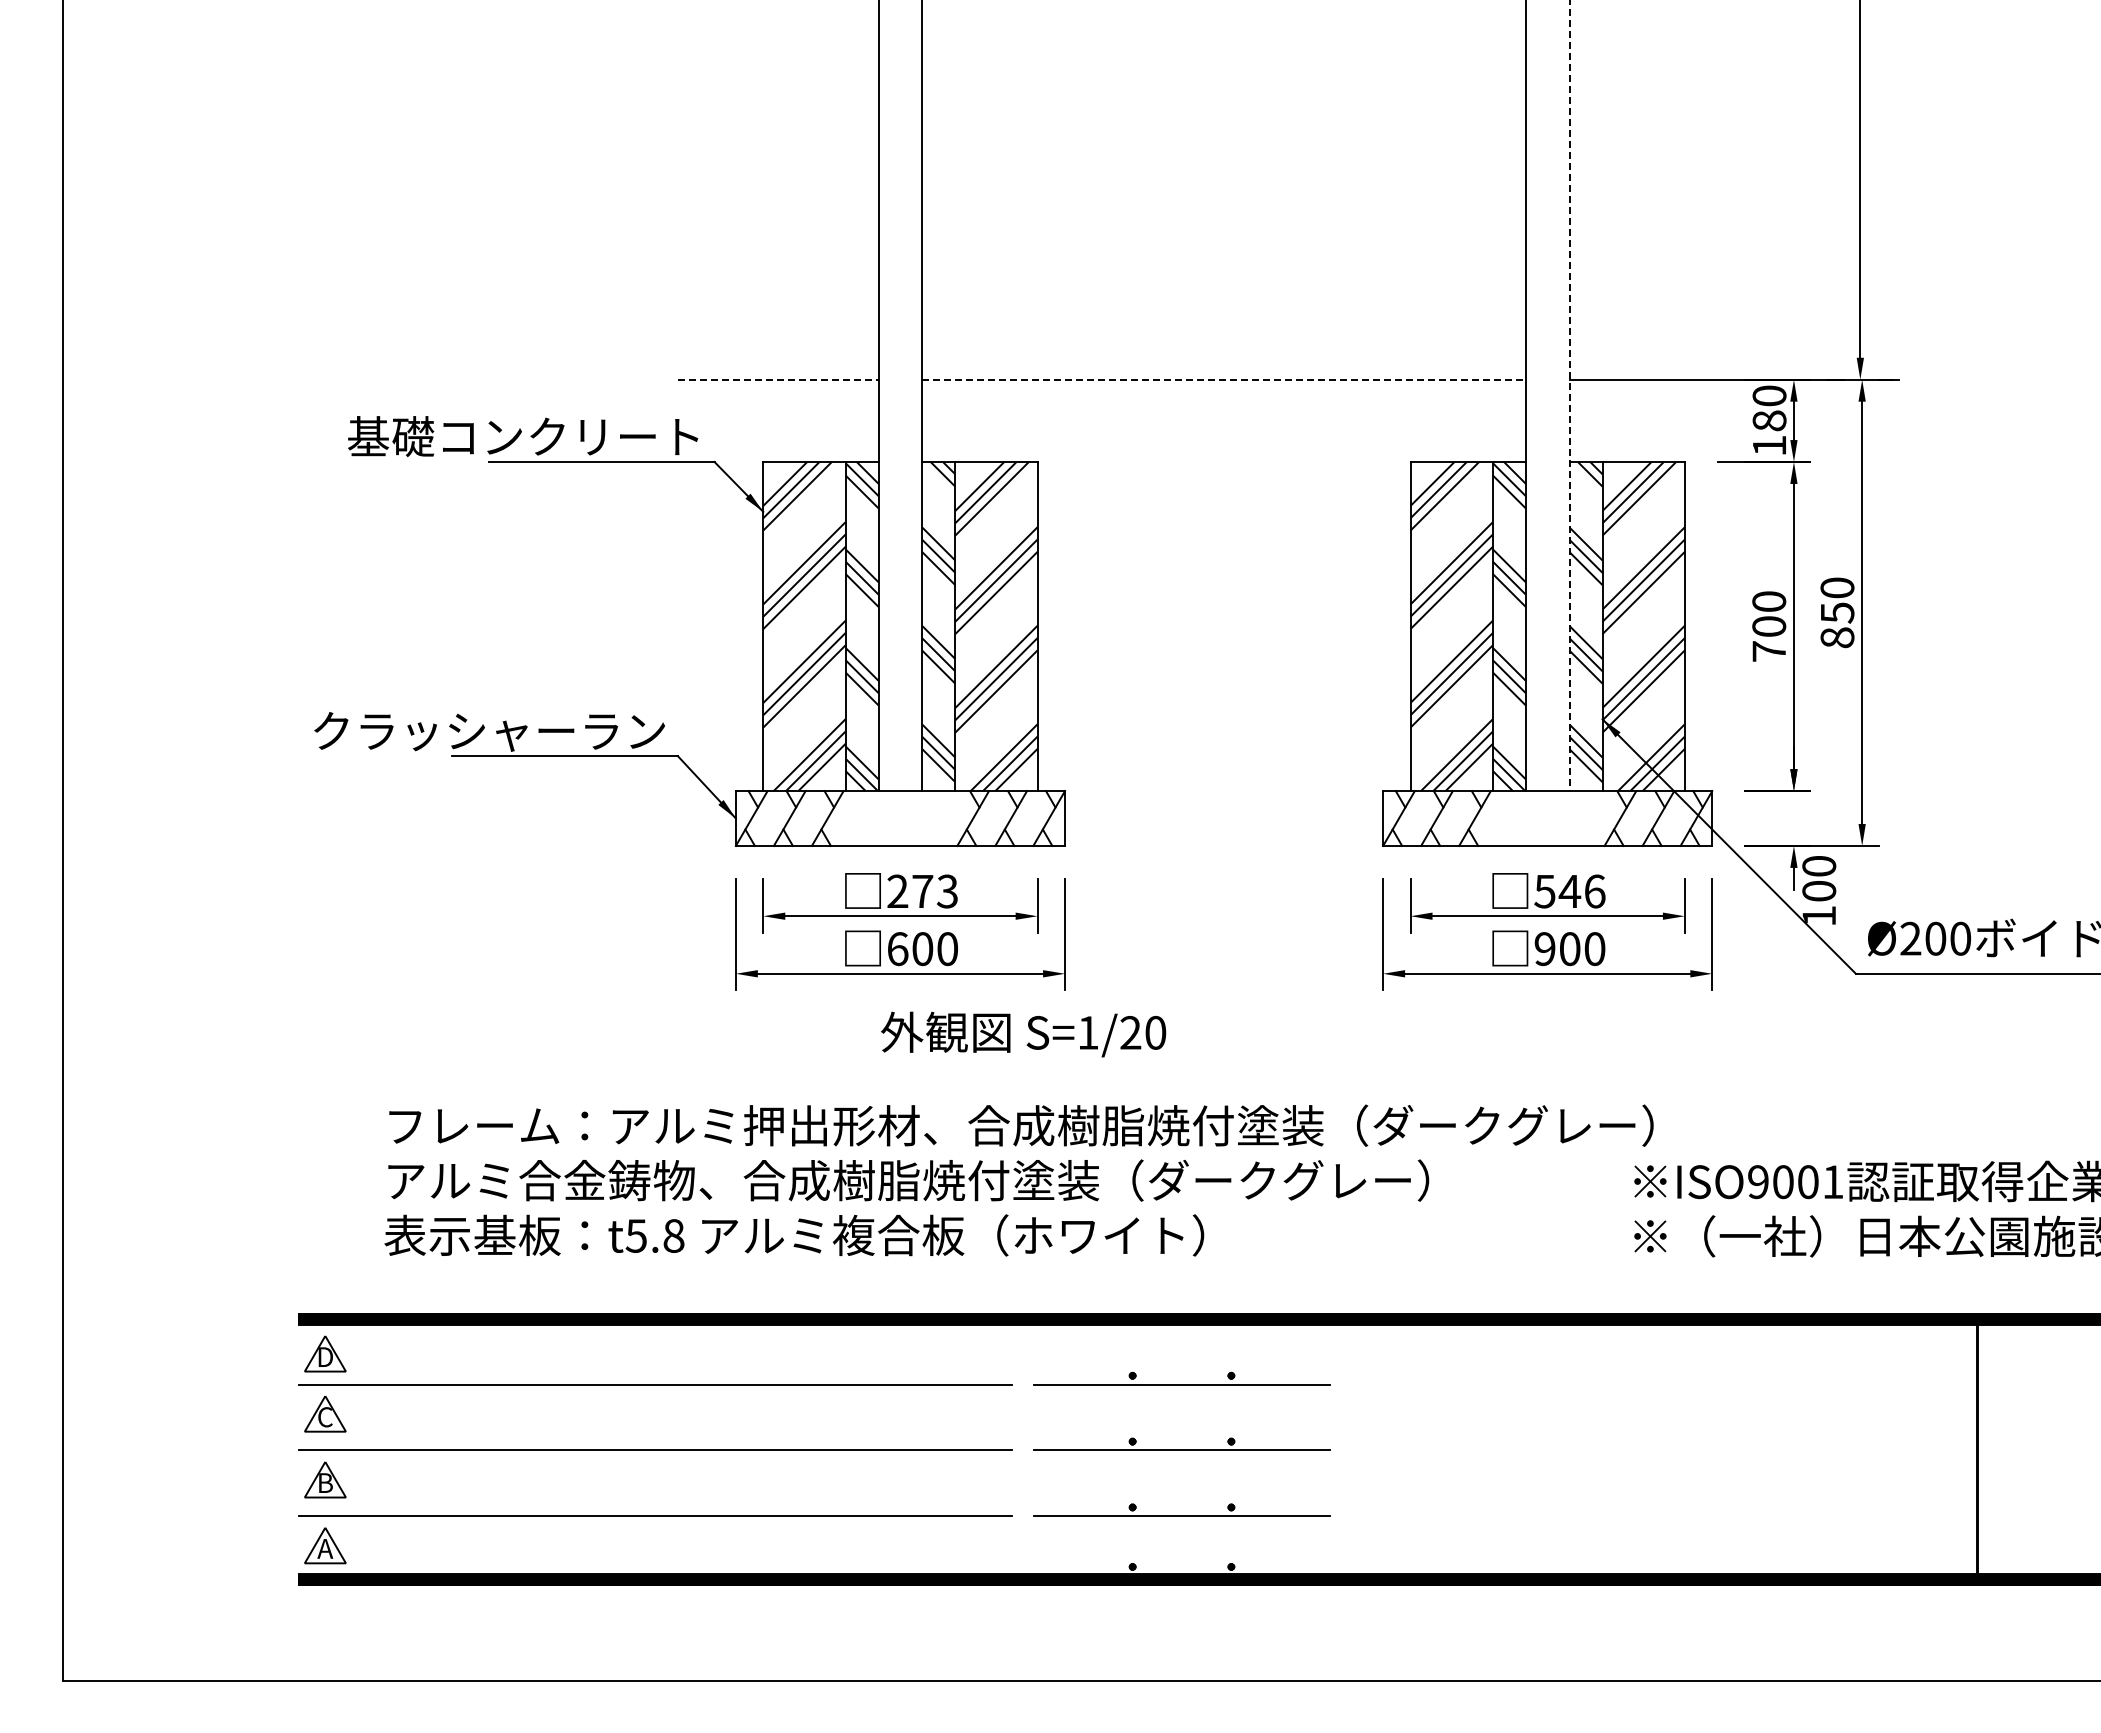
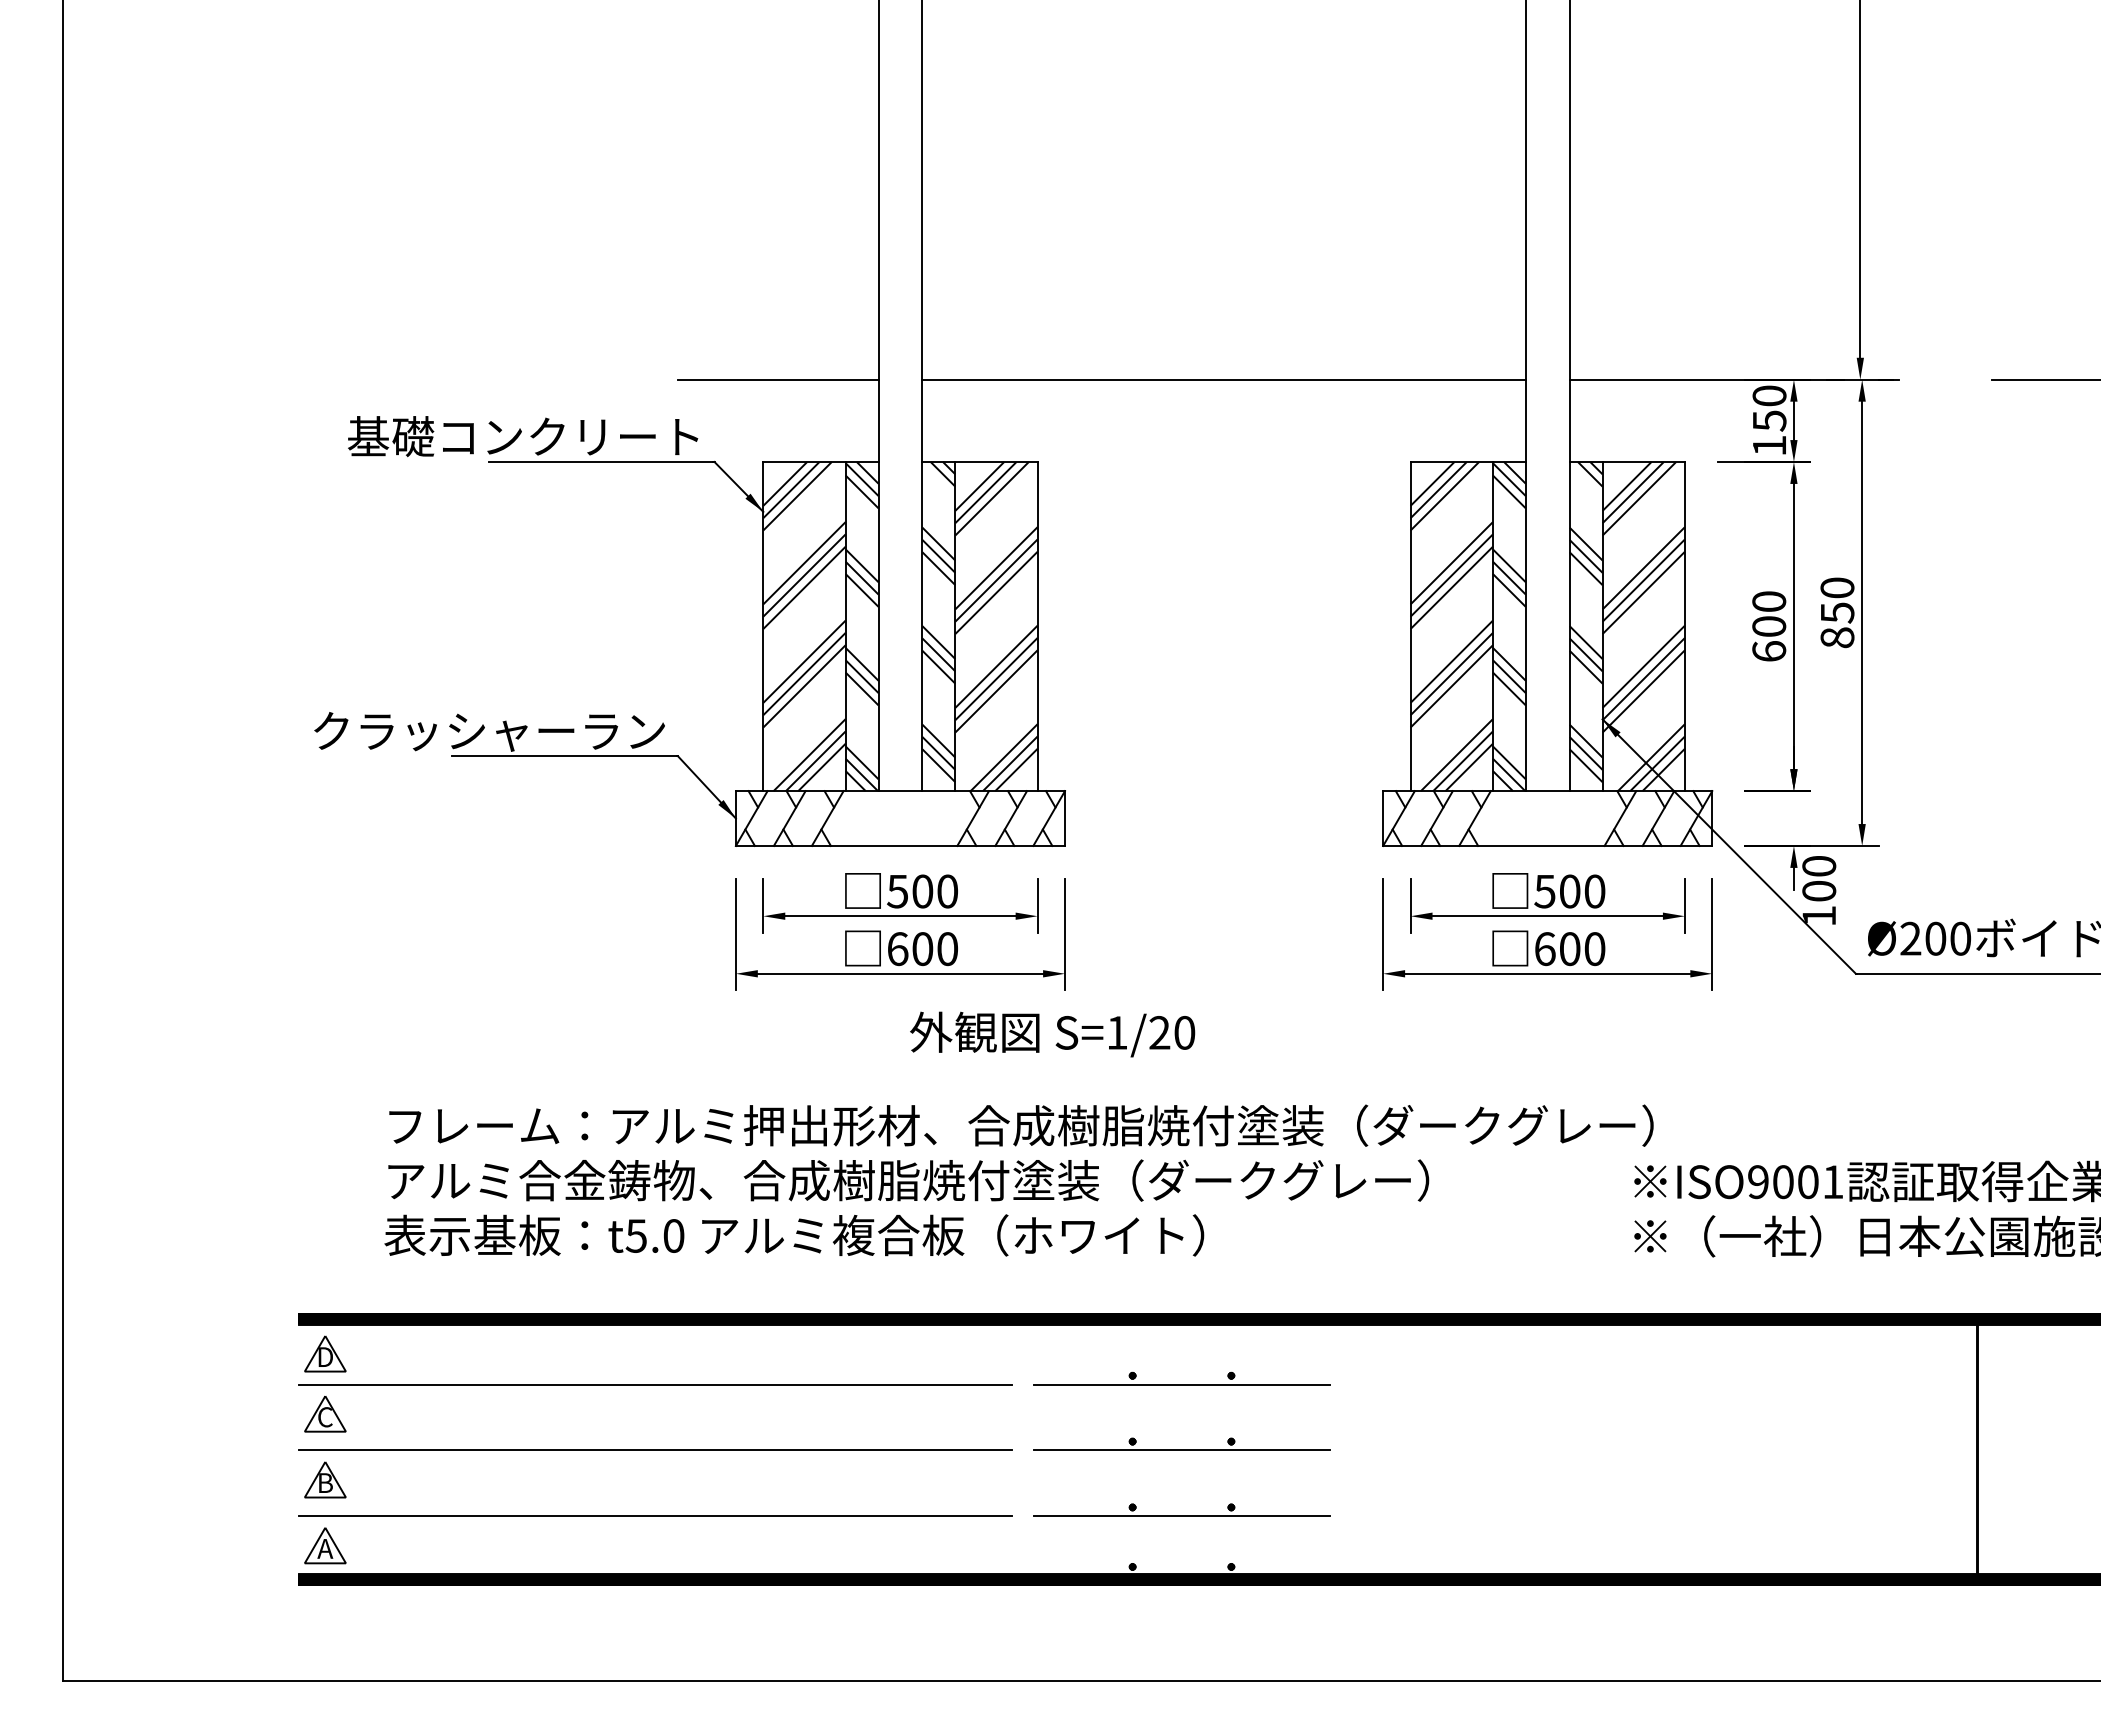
line at (778, 379): dashed -> solid
line at (1224, 379): dashed -> solid
line at (2044, 379): none -> present
line at (1569, 396): dashed -> solid
text at (1769, 420): 180 -> 150
text at (1769, 651): 700 -> 600
text at (922, 891): 273 -> 500
text at (1581, 891): 546 -> 500
text at (1544, 949): 900 -> 600
text at (1023, 1034) position: (1023, 1034) -> (1052, 1034)
text at (673, 1235): t5.8 -> t5.0
